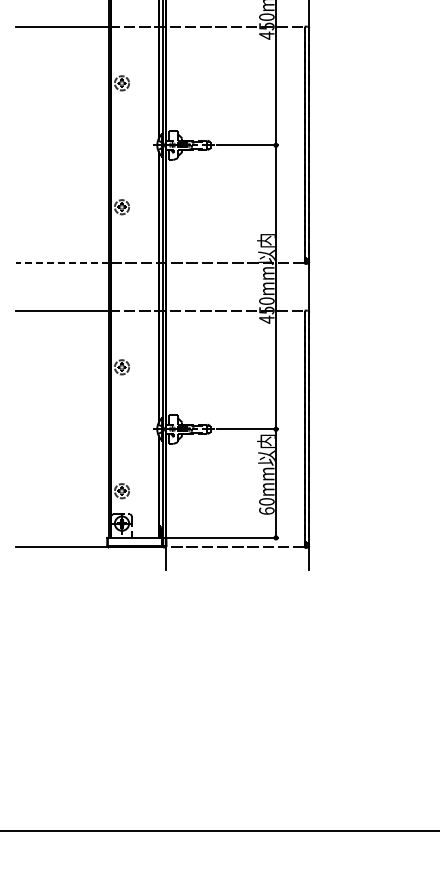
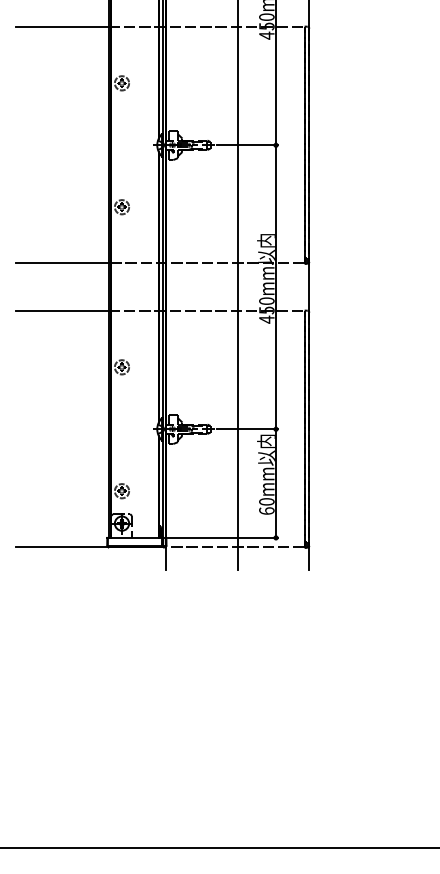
line at (61, 263): dashed -> solid
line at (237, 286): none -> present
line at (219, 830) position: (219, 830) -> (219, 847)
